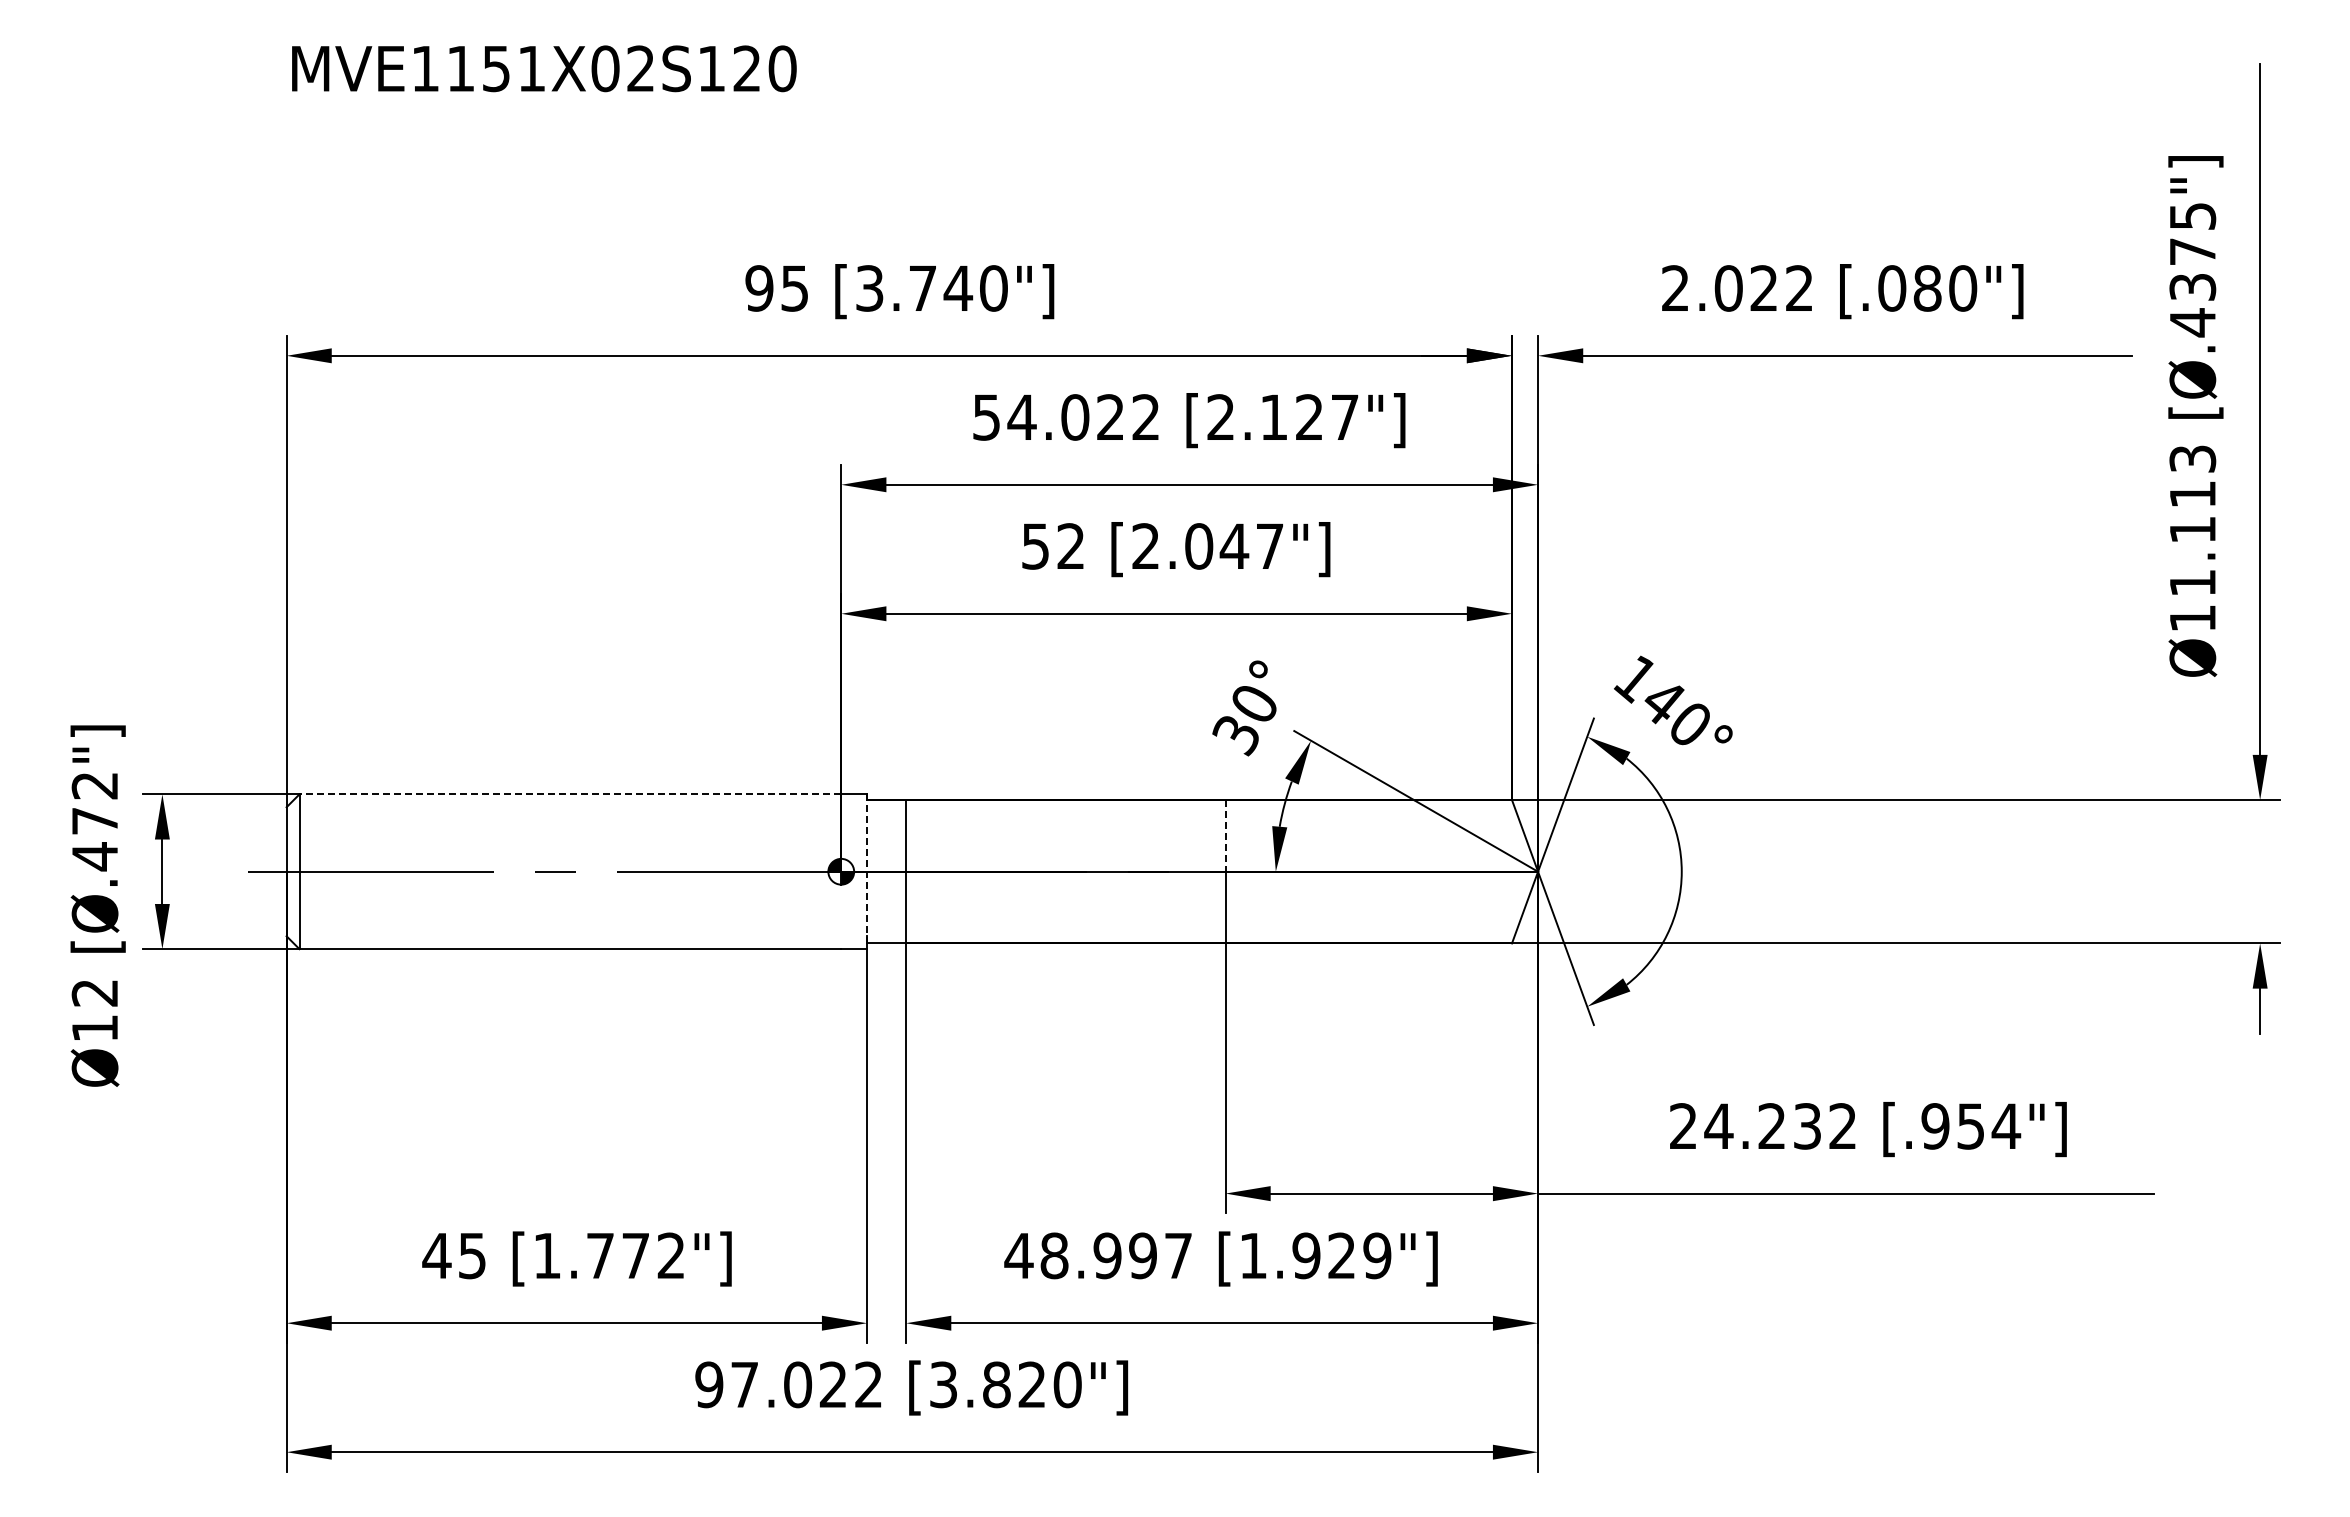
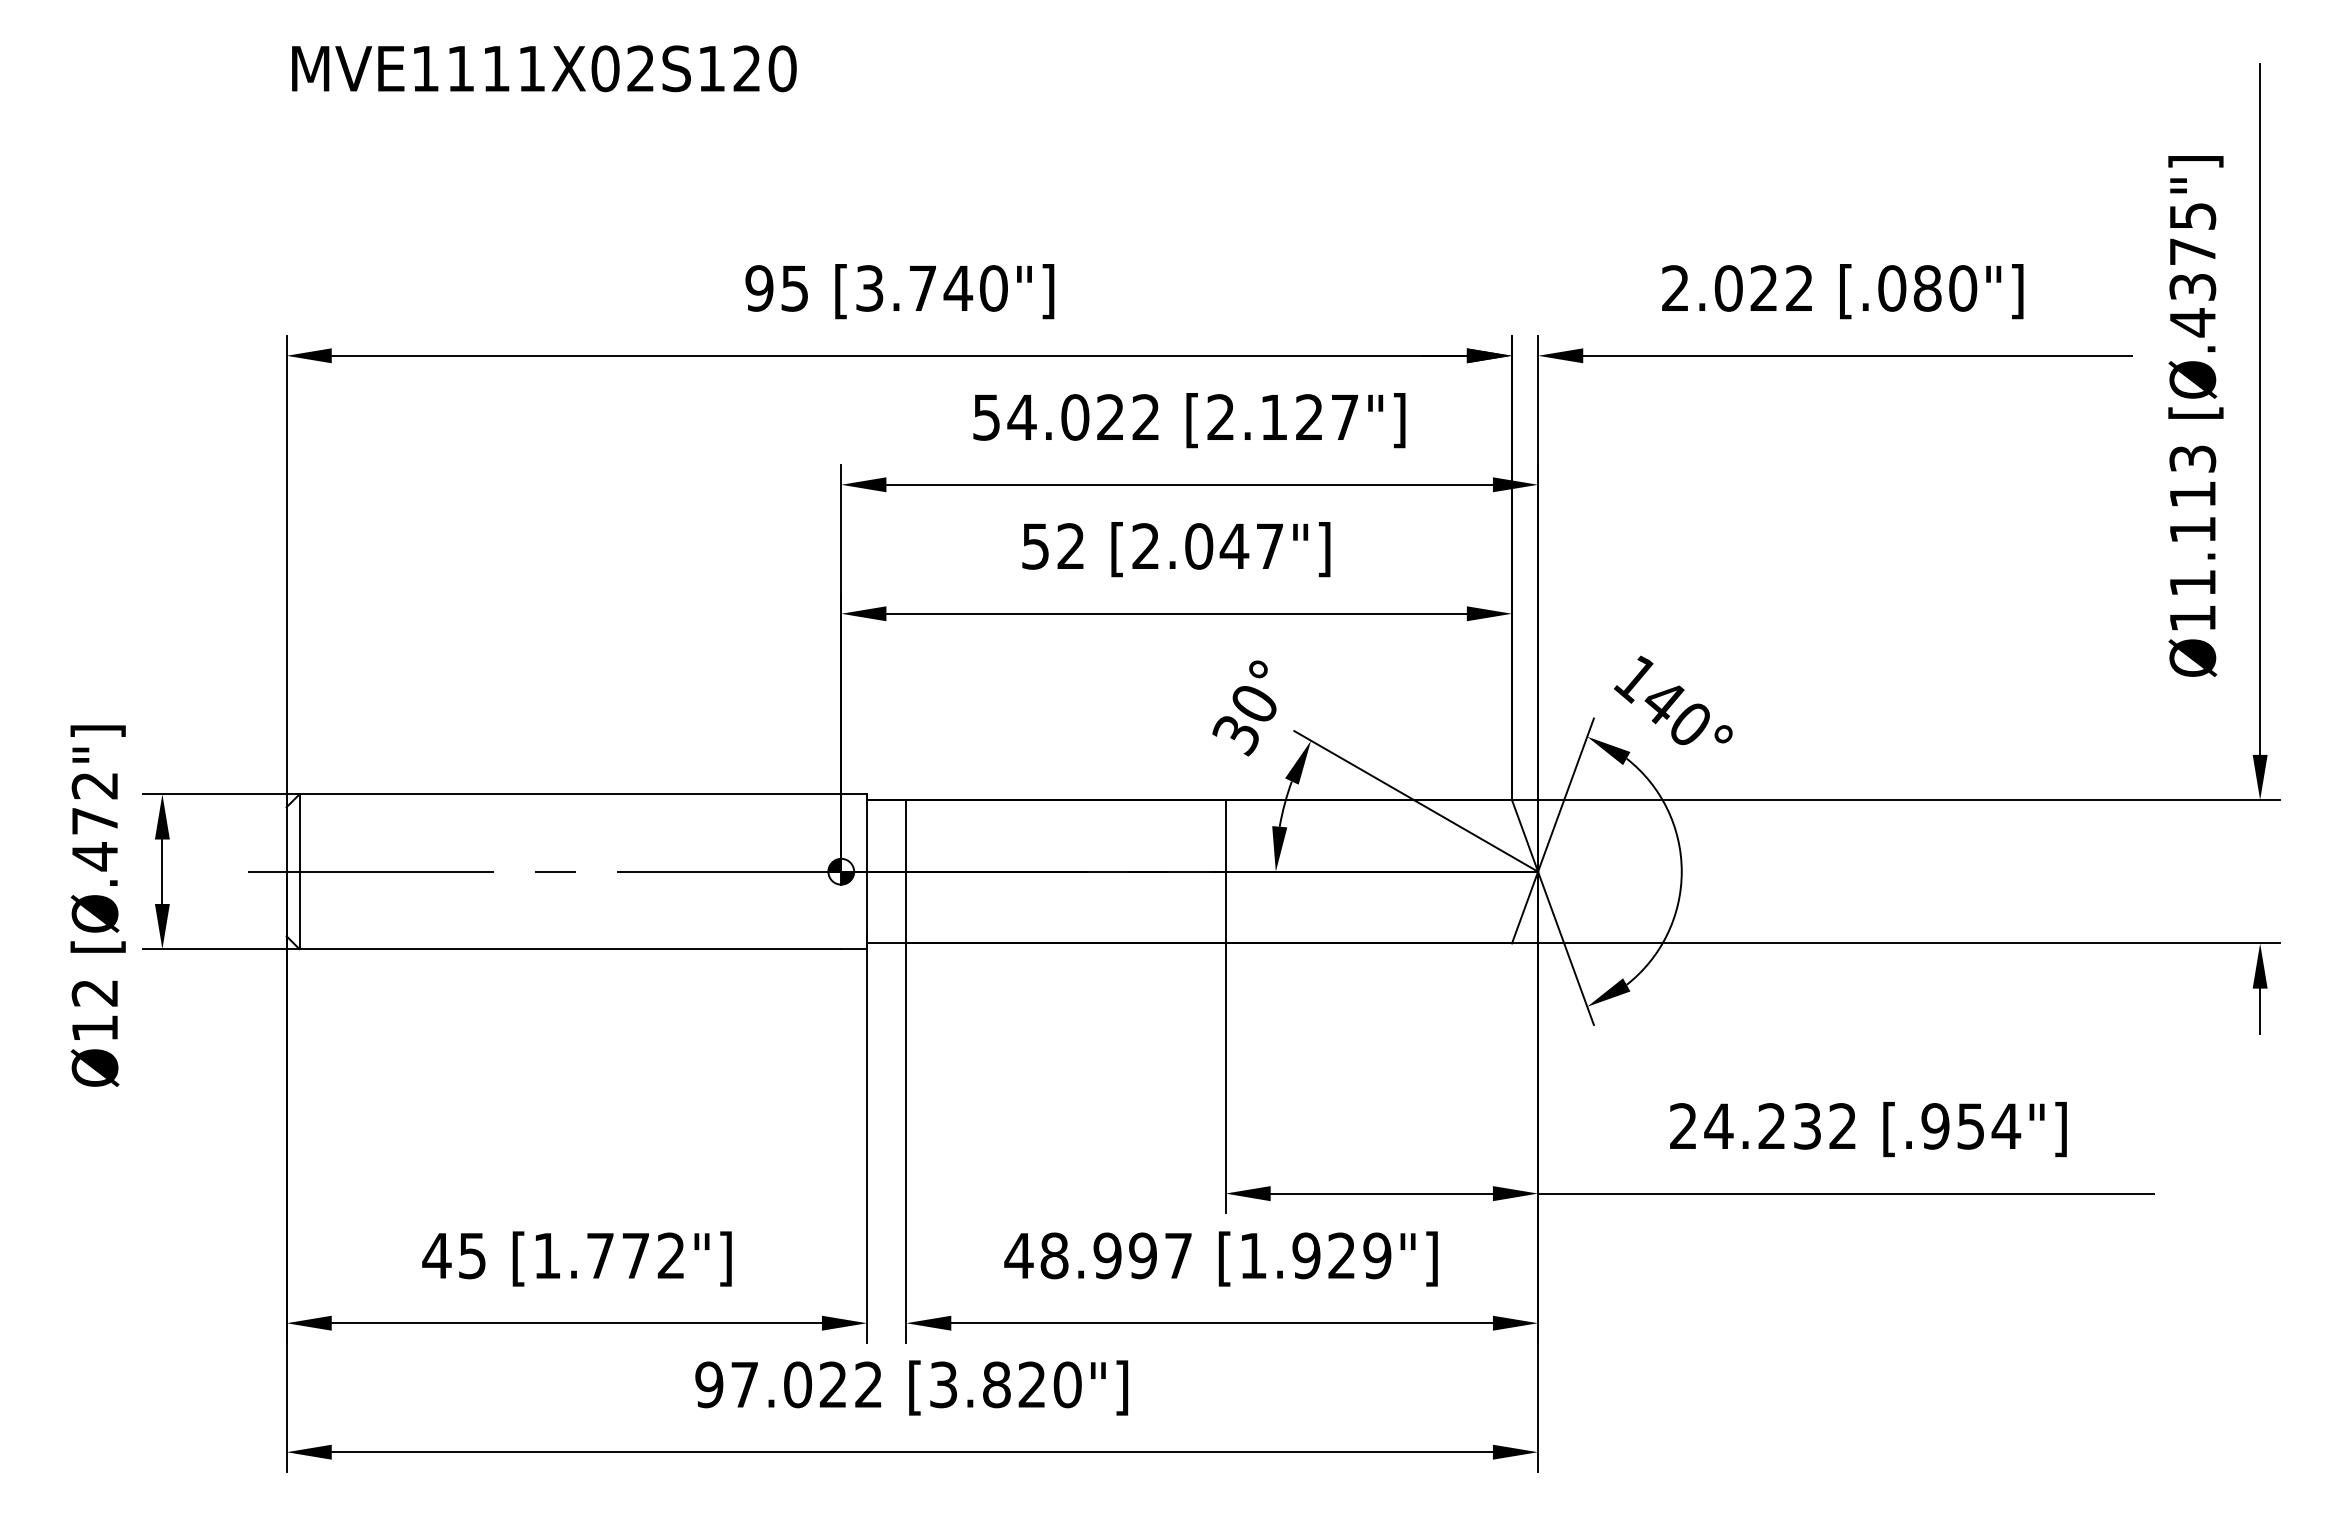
text at (496, 69): MVE1151X02S120 -> MVE1111X02S120
line at (570, 794): dashed -> solid
line at (1225, 835): dashed -> solid
line at (867, 872): dashed -> solid
